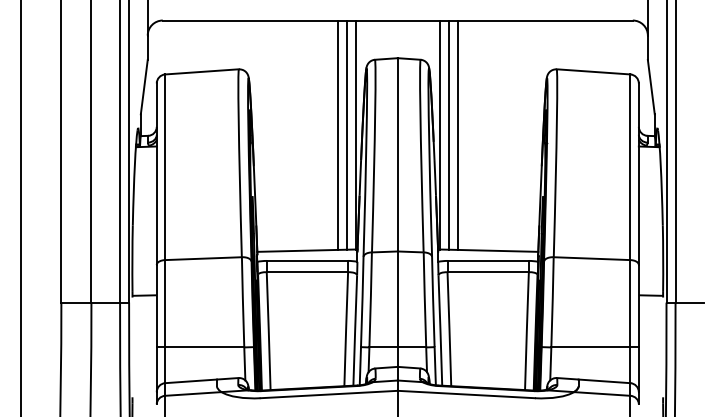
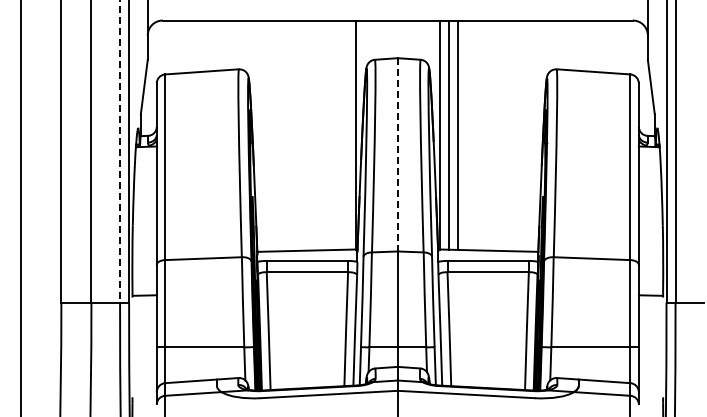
line at (337, 134): present -> none
line at (346, 134): present -> none
line at (120, 151): solid -> dashed
line at (397, 154): solid -> dashed
